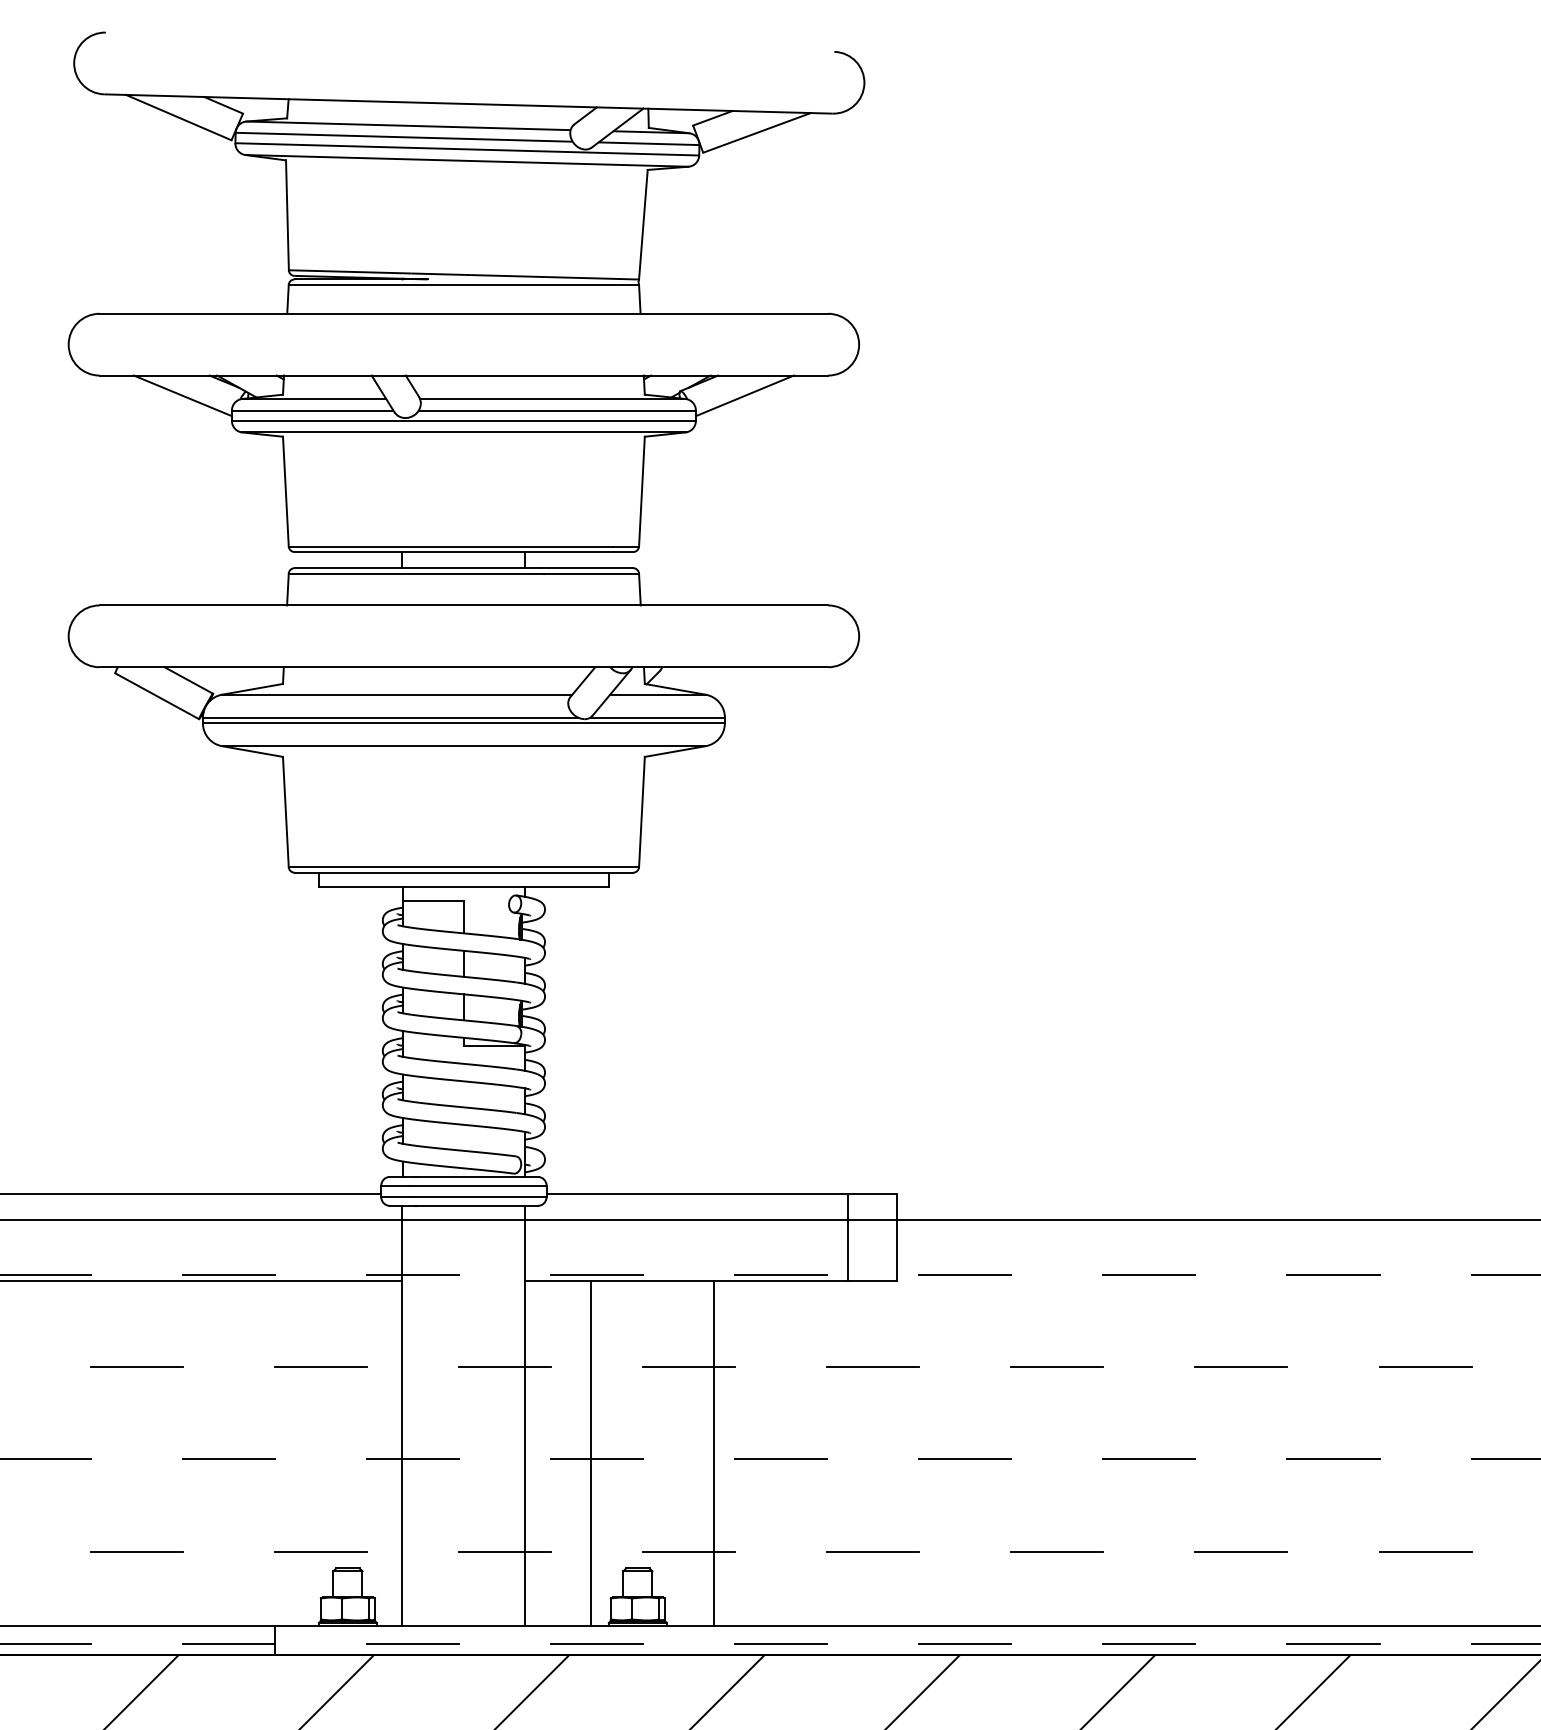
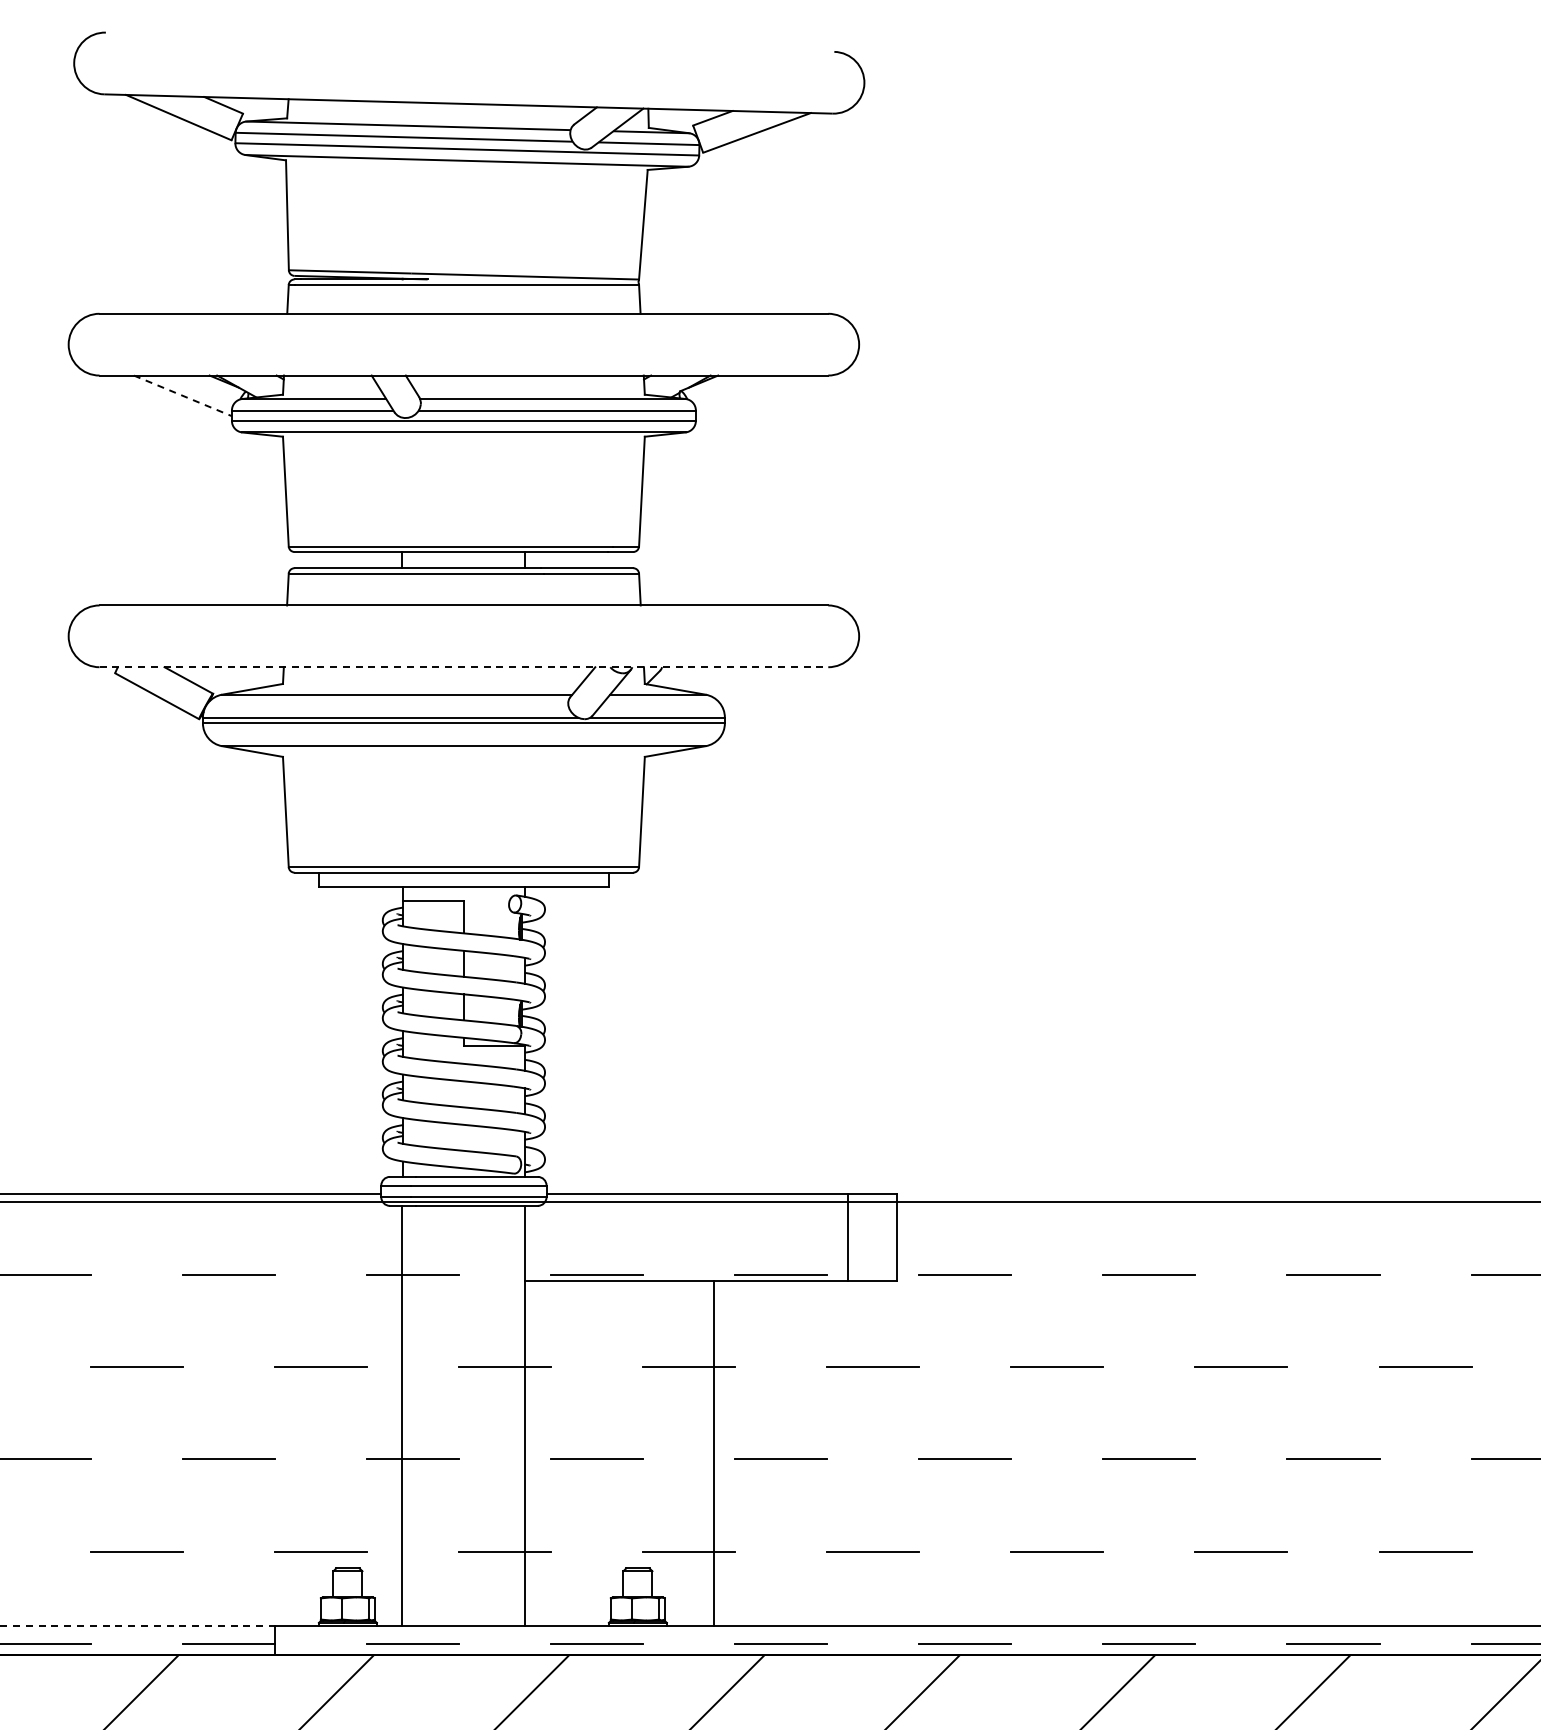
line at (744, 395): present -> none
line at (183, 396): solid -> dashed
line at (464, 667): solid -> dashed
line at (769, 1220) position: (769, 1220) -> (769, 1202)
line at (202, 1281): present -> none
line at (590, 1453): present -> none
line at (138, 1626): solid -> dashed
